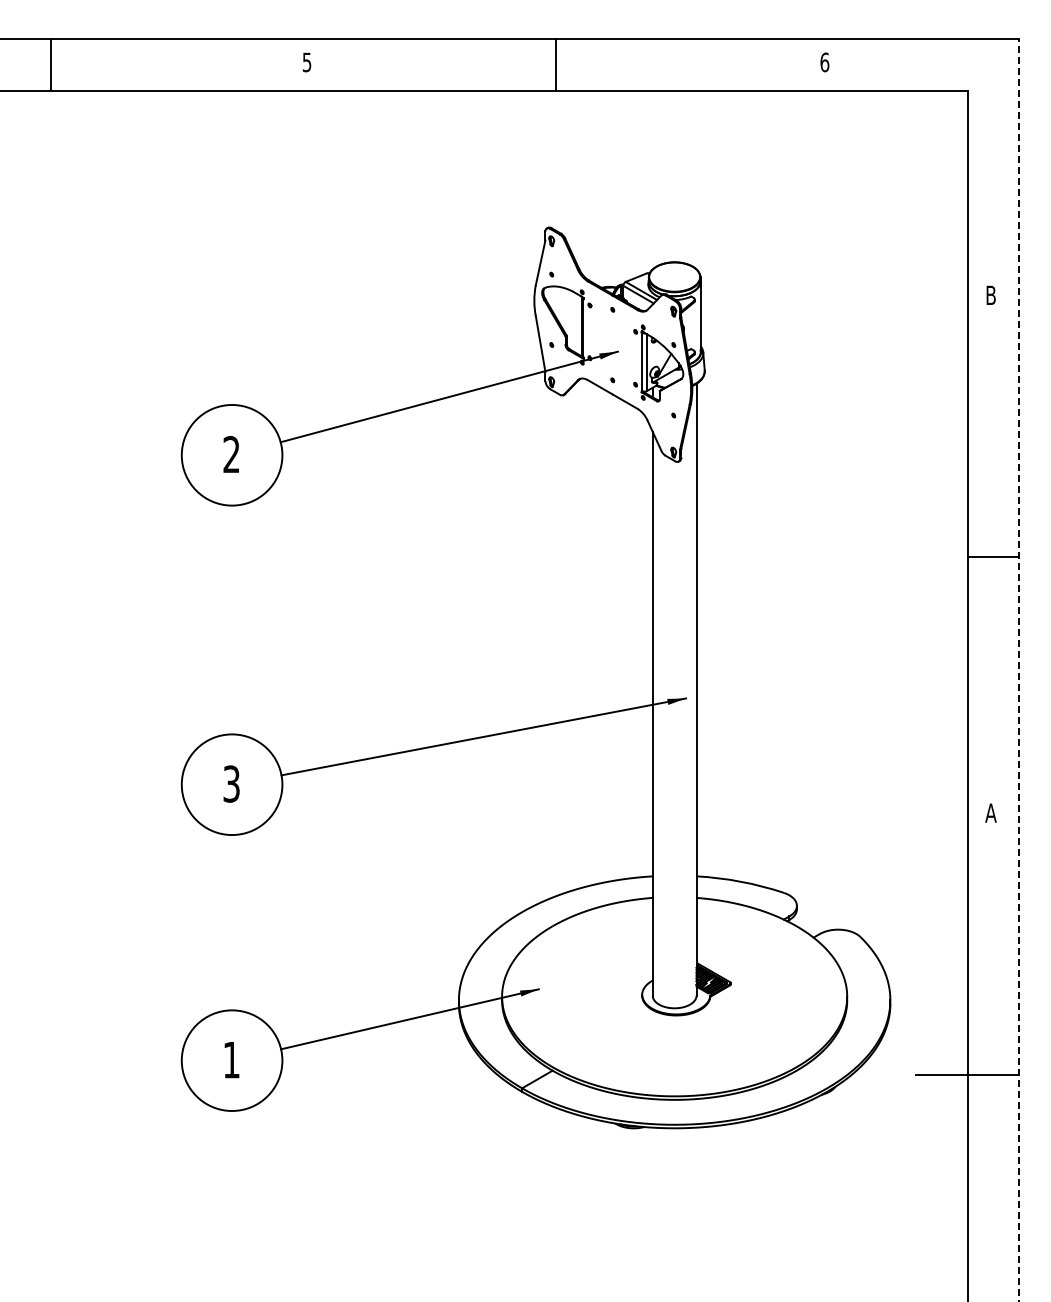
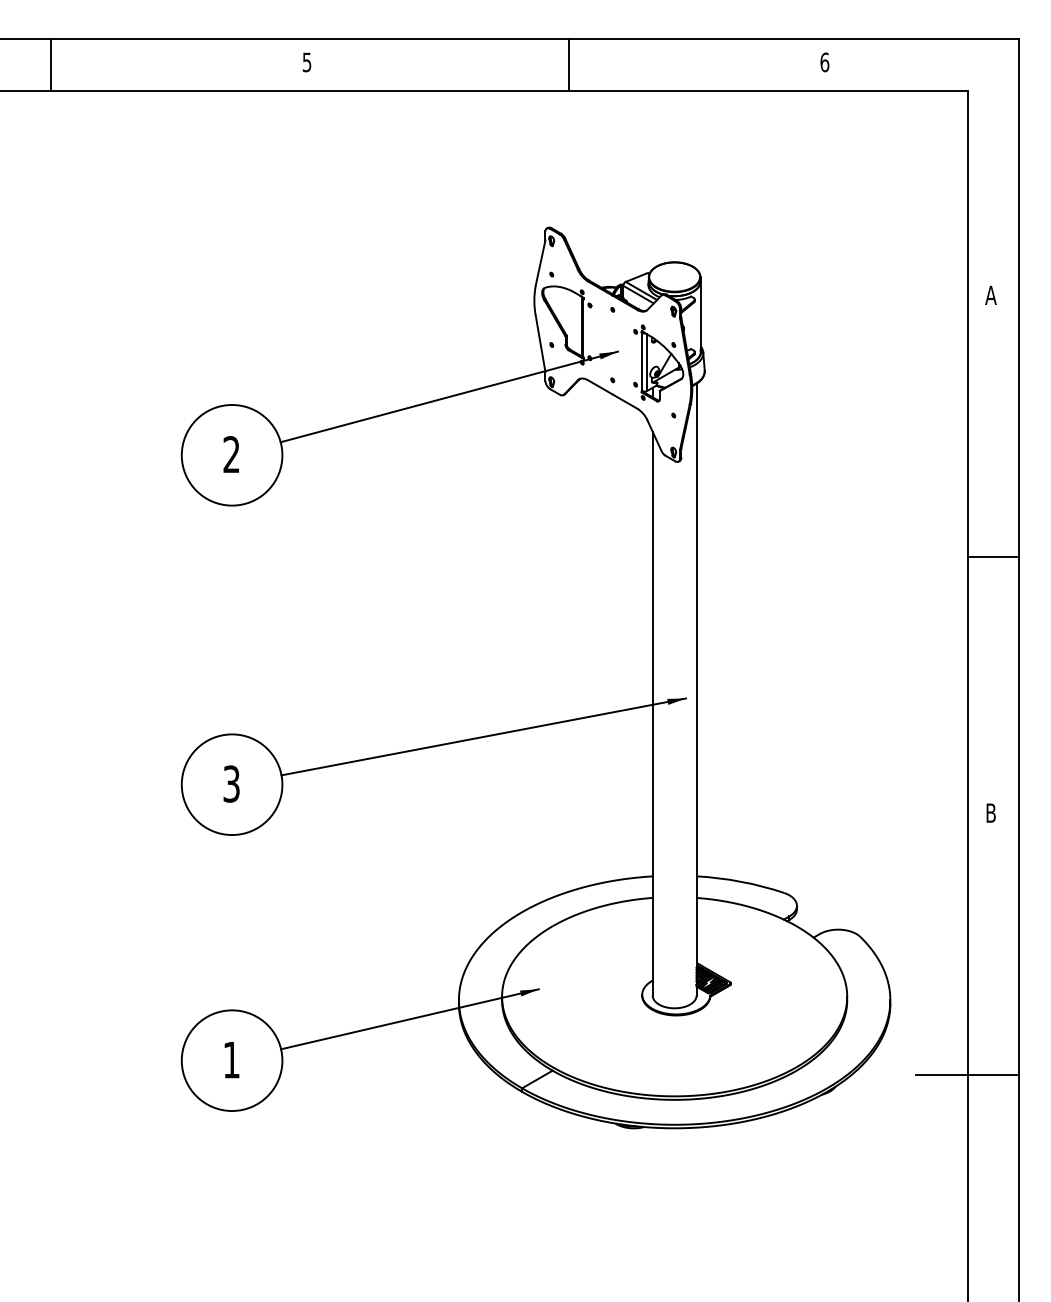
line at (555, 64) position: (555, 64) -> (568, 64)
text at (990, 294): B -> A
line at (1019, 669): dashed -> solid
text at (990, 812): A -> B
